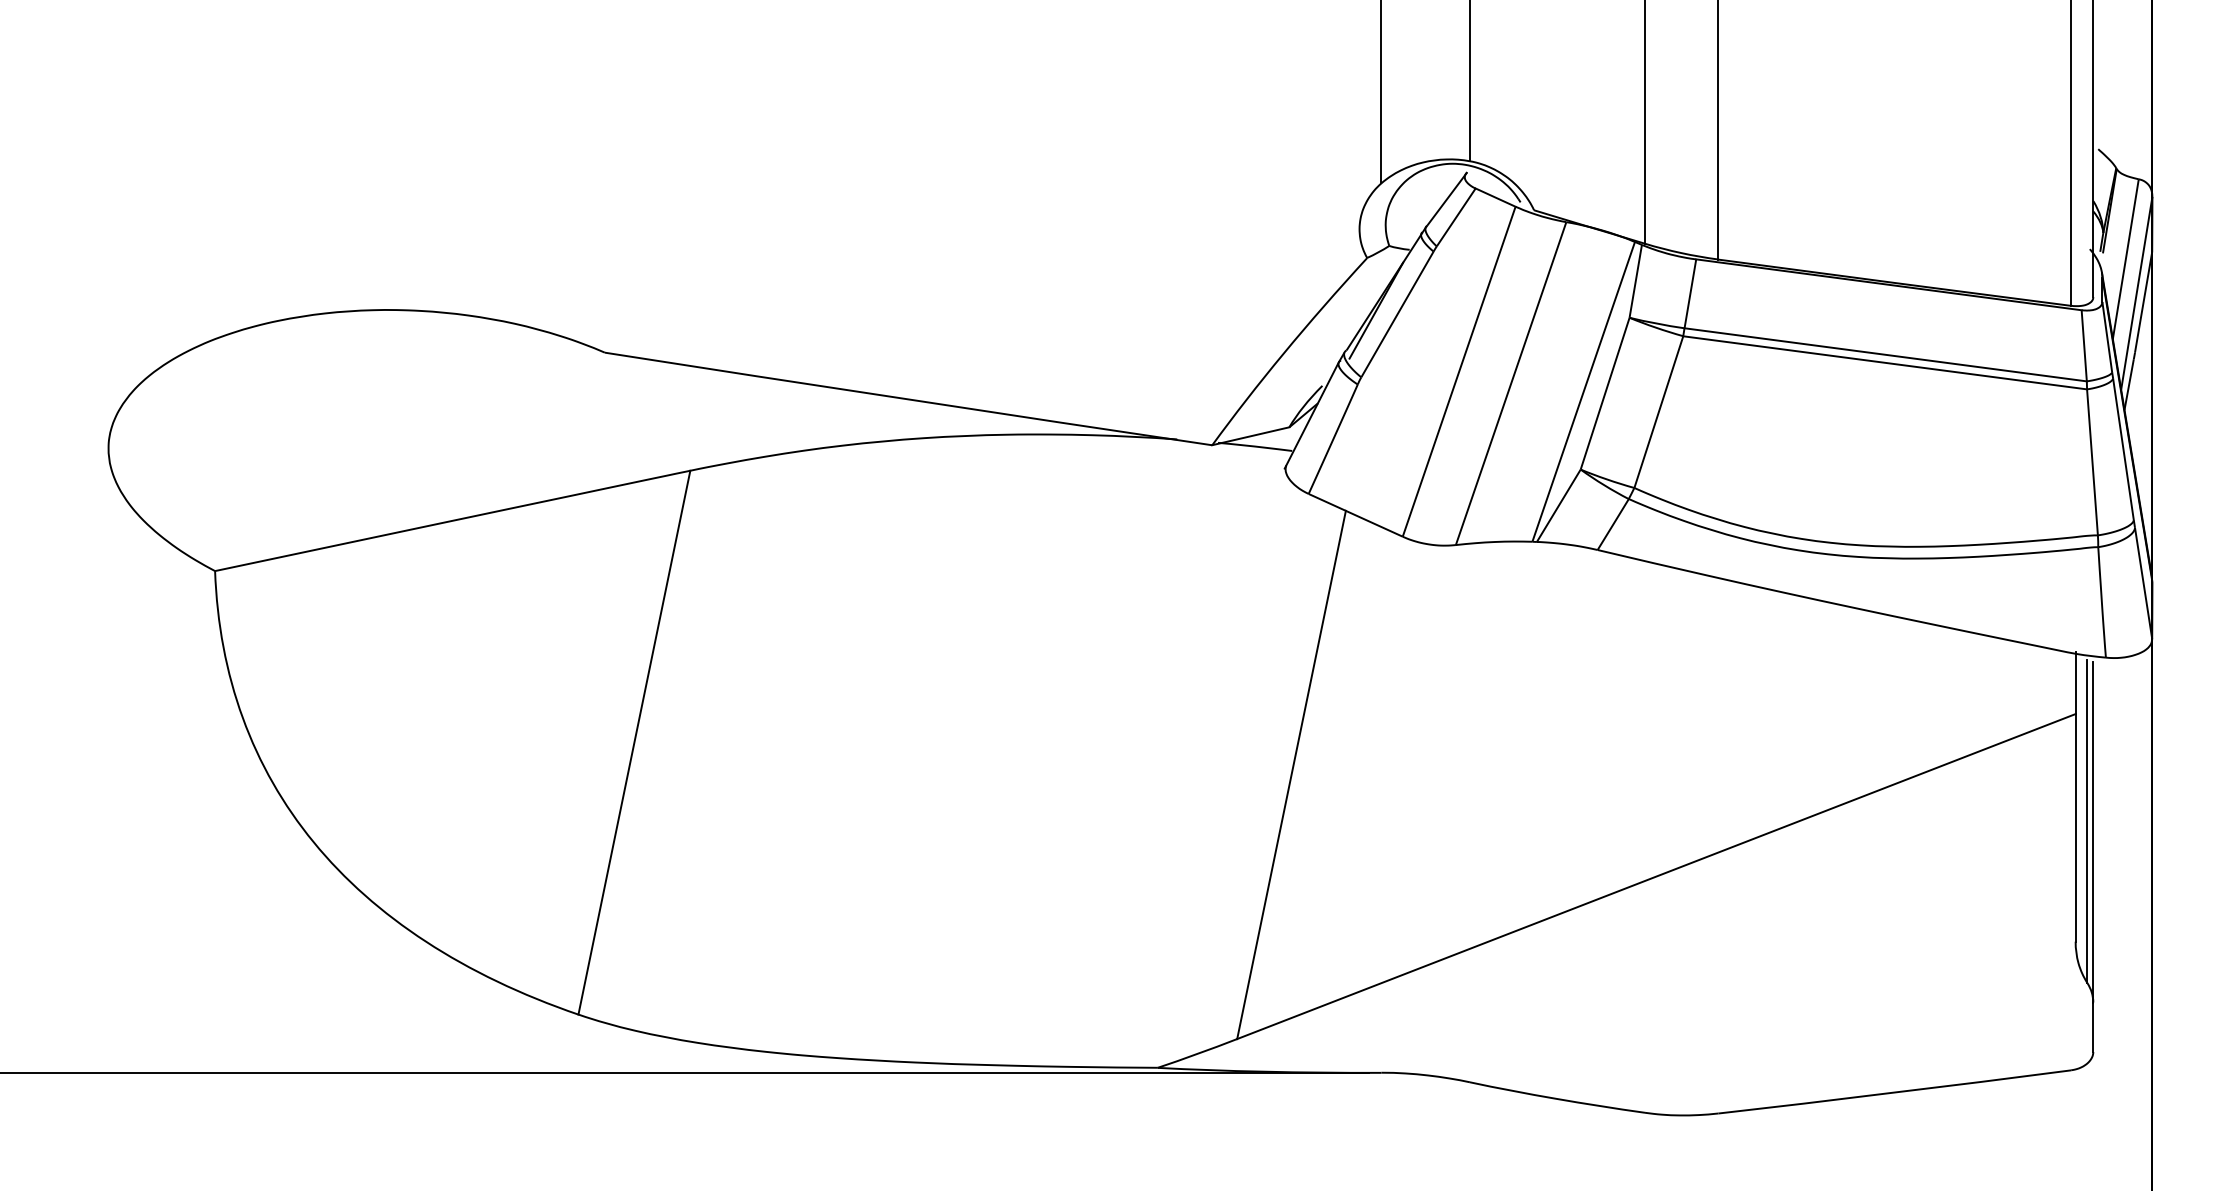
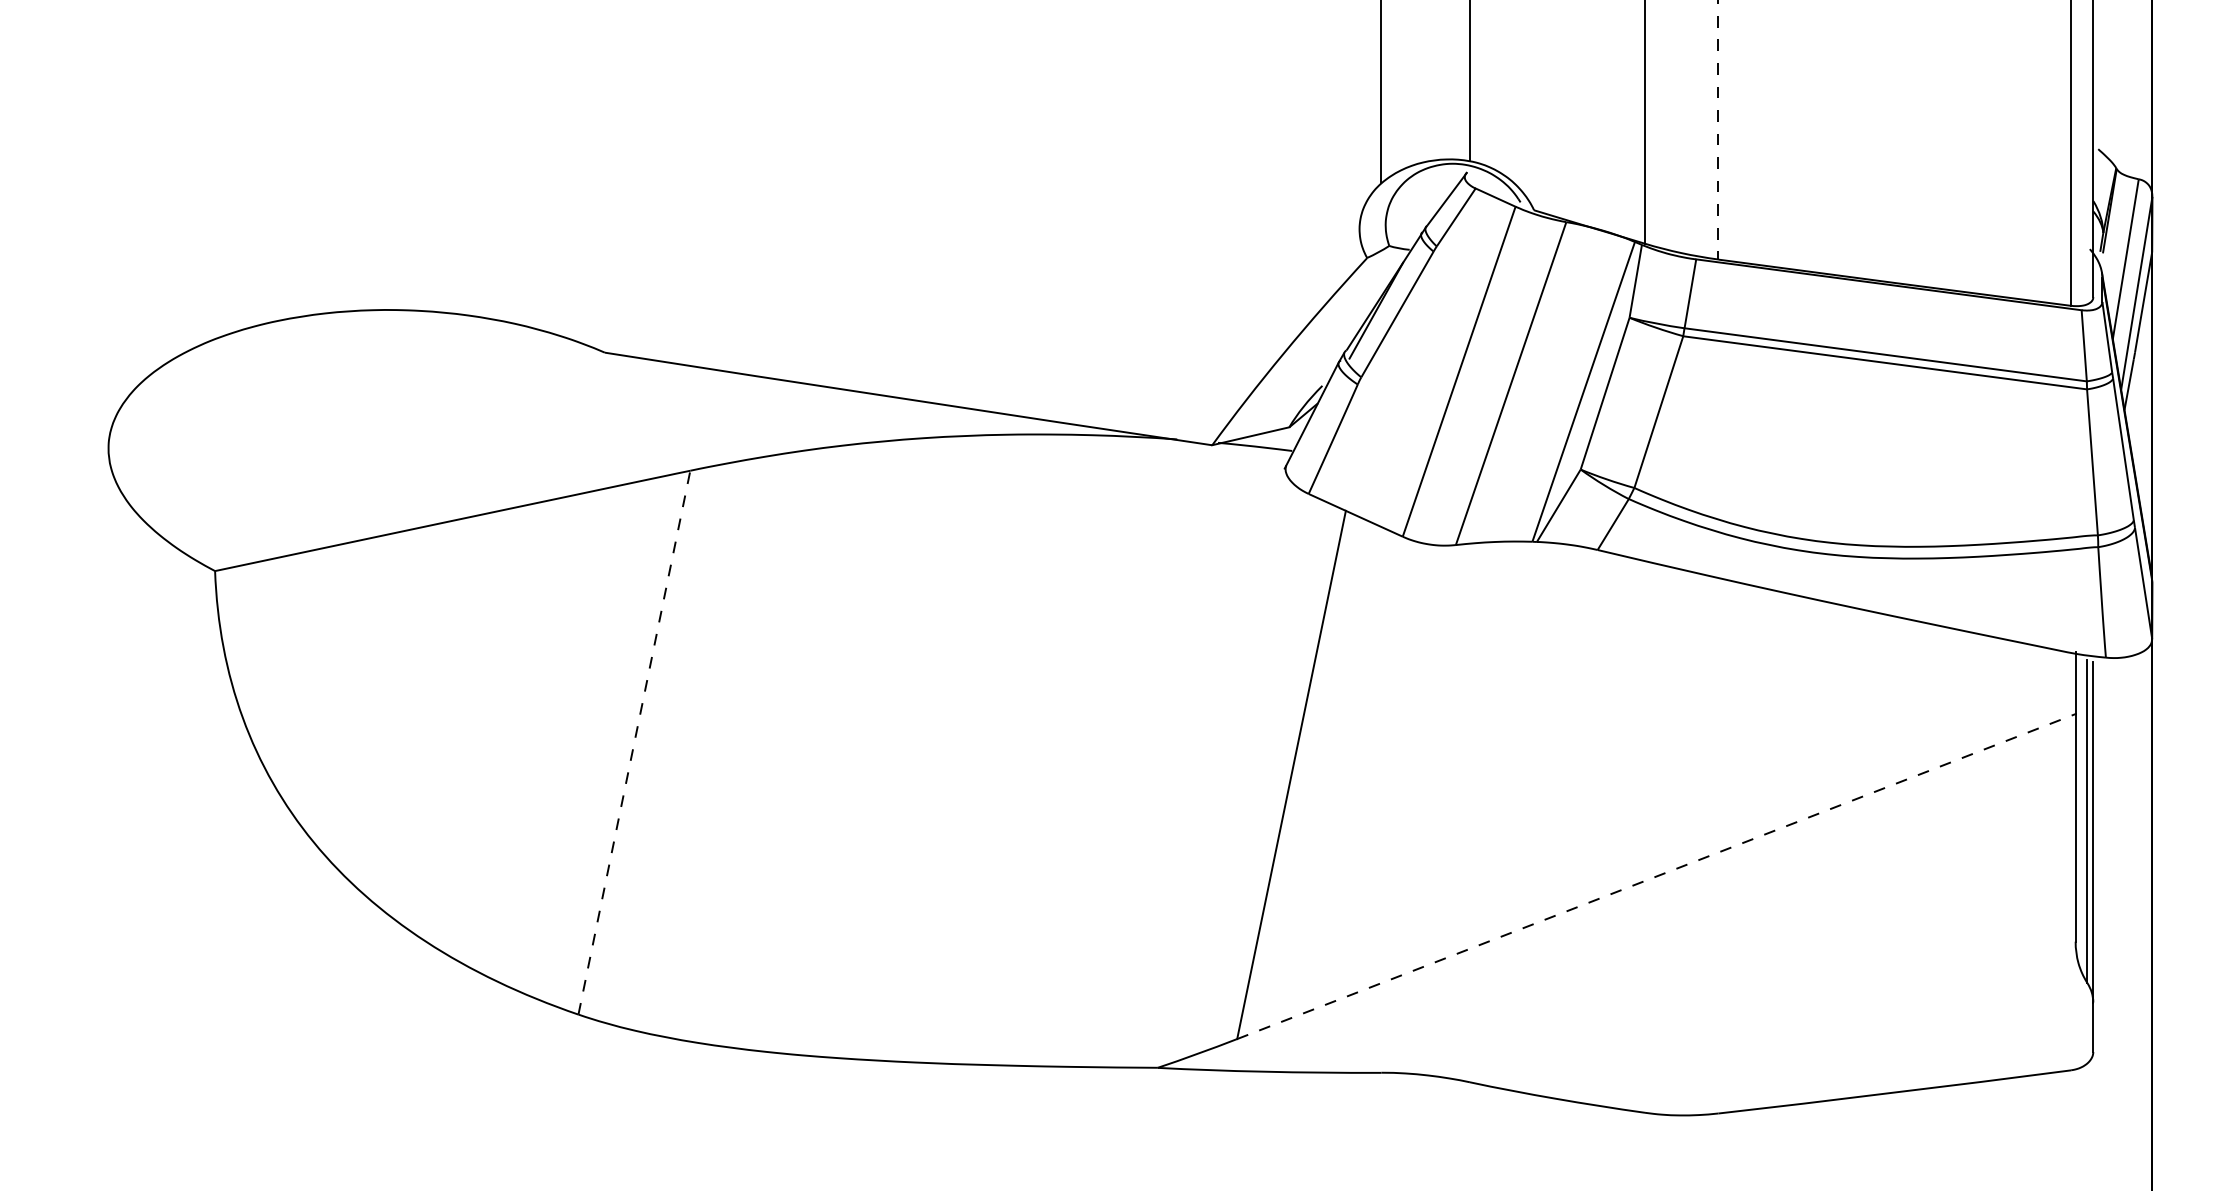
line at (1718, 130): solid -> dashed
line at (634, 742): solid -> dashed
line at (1656, 876): solid -> dashed
line at (685, 1072): present -> none
